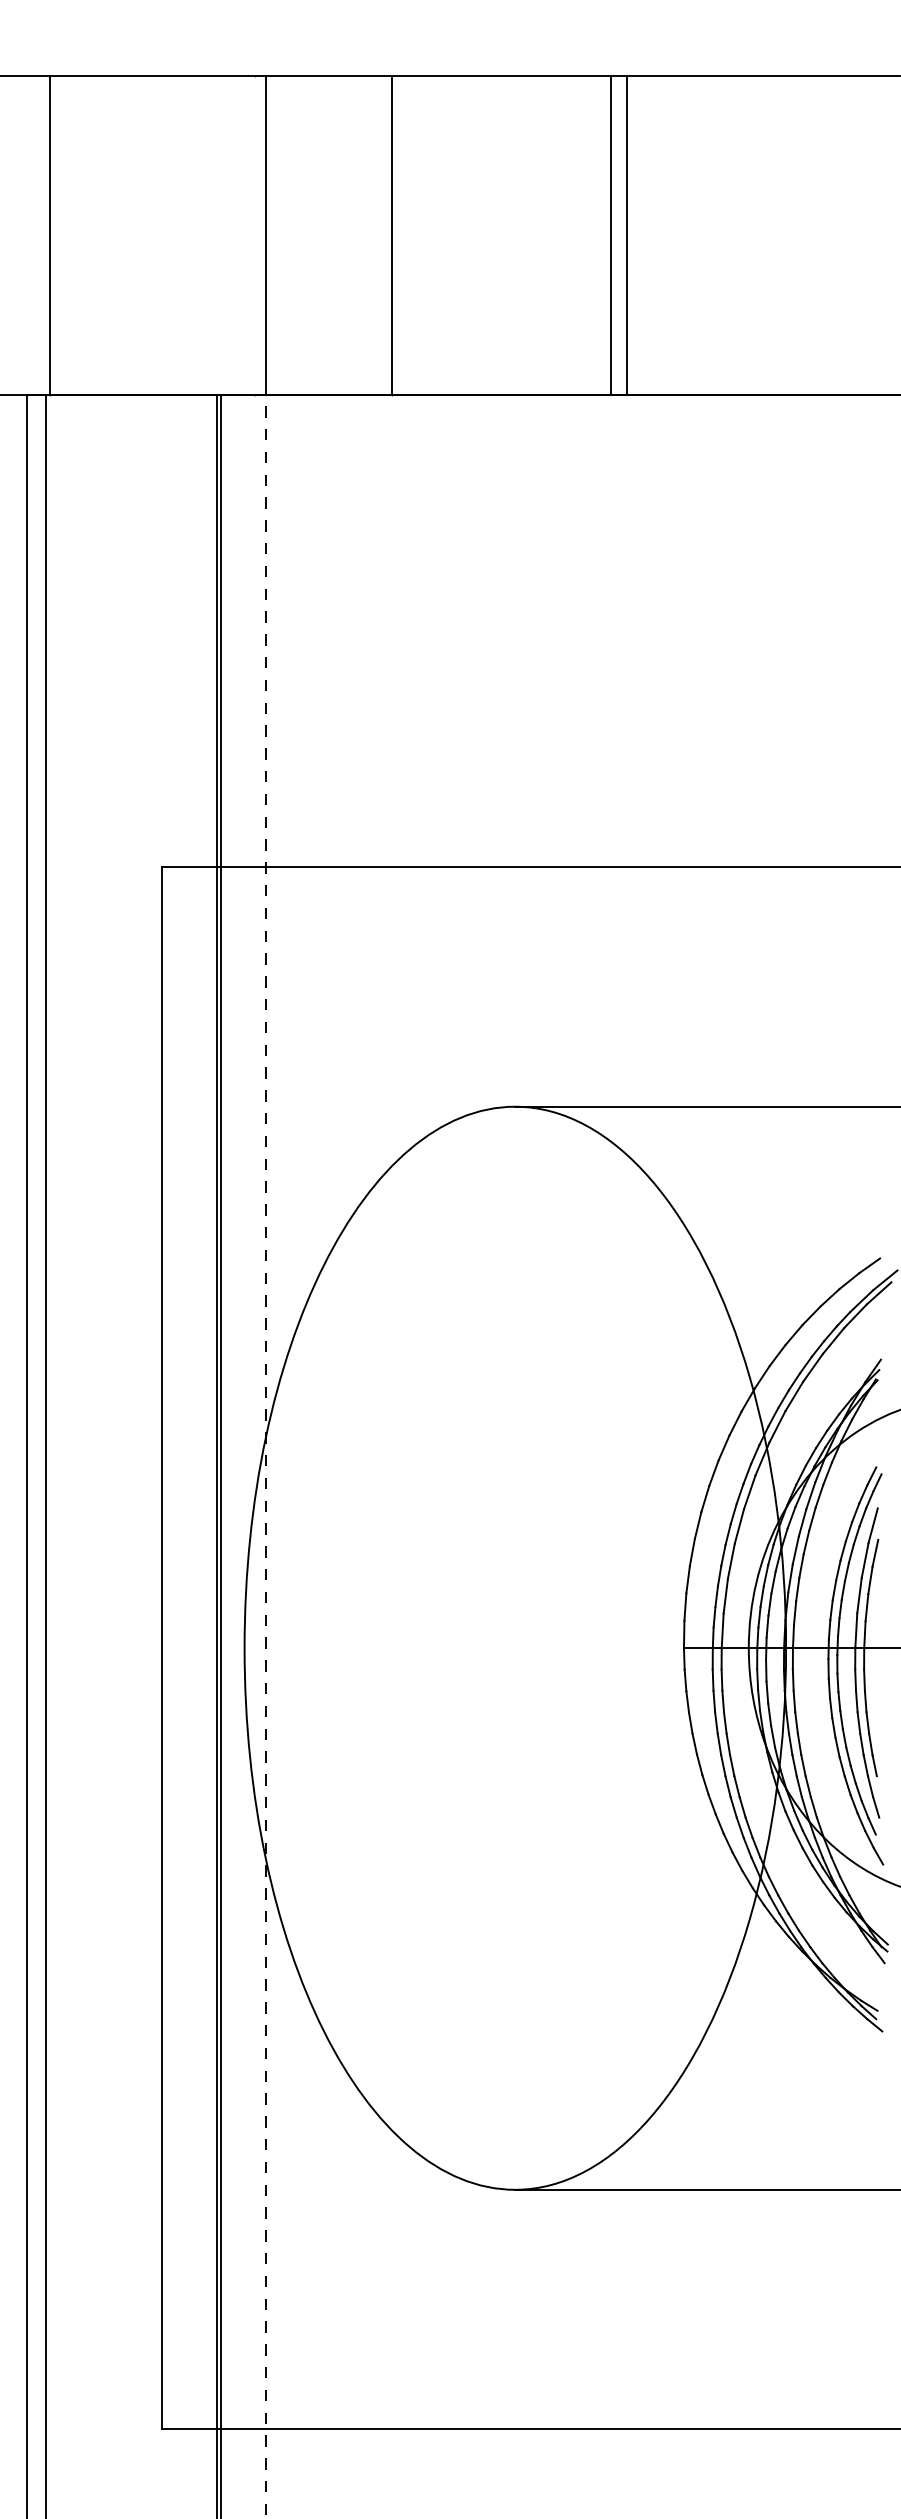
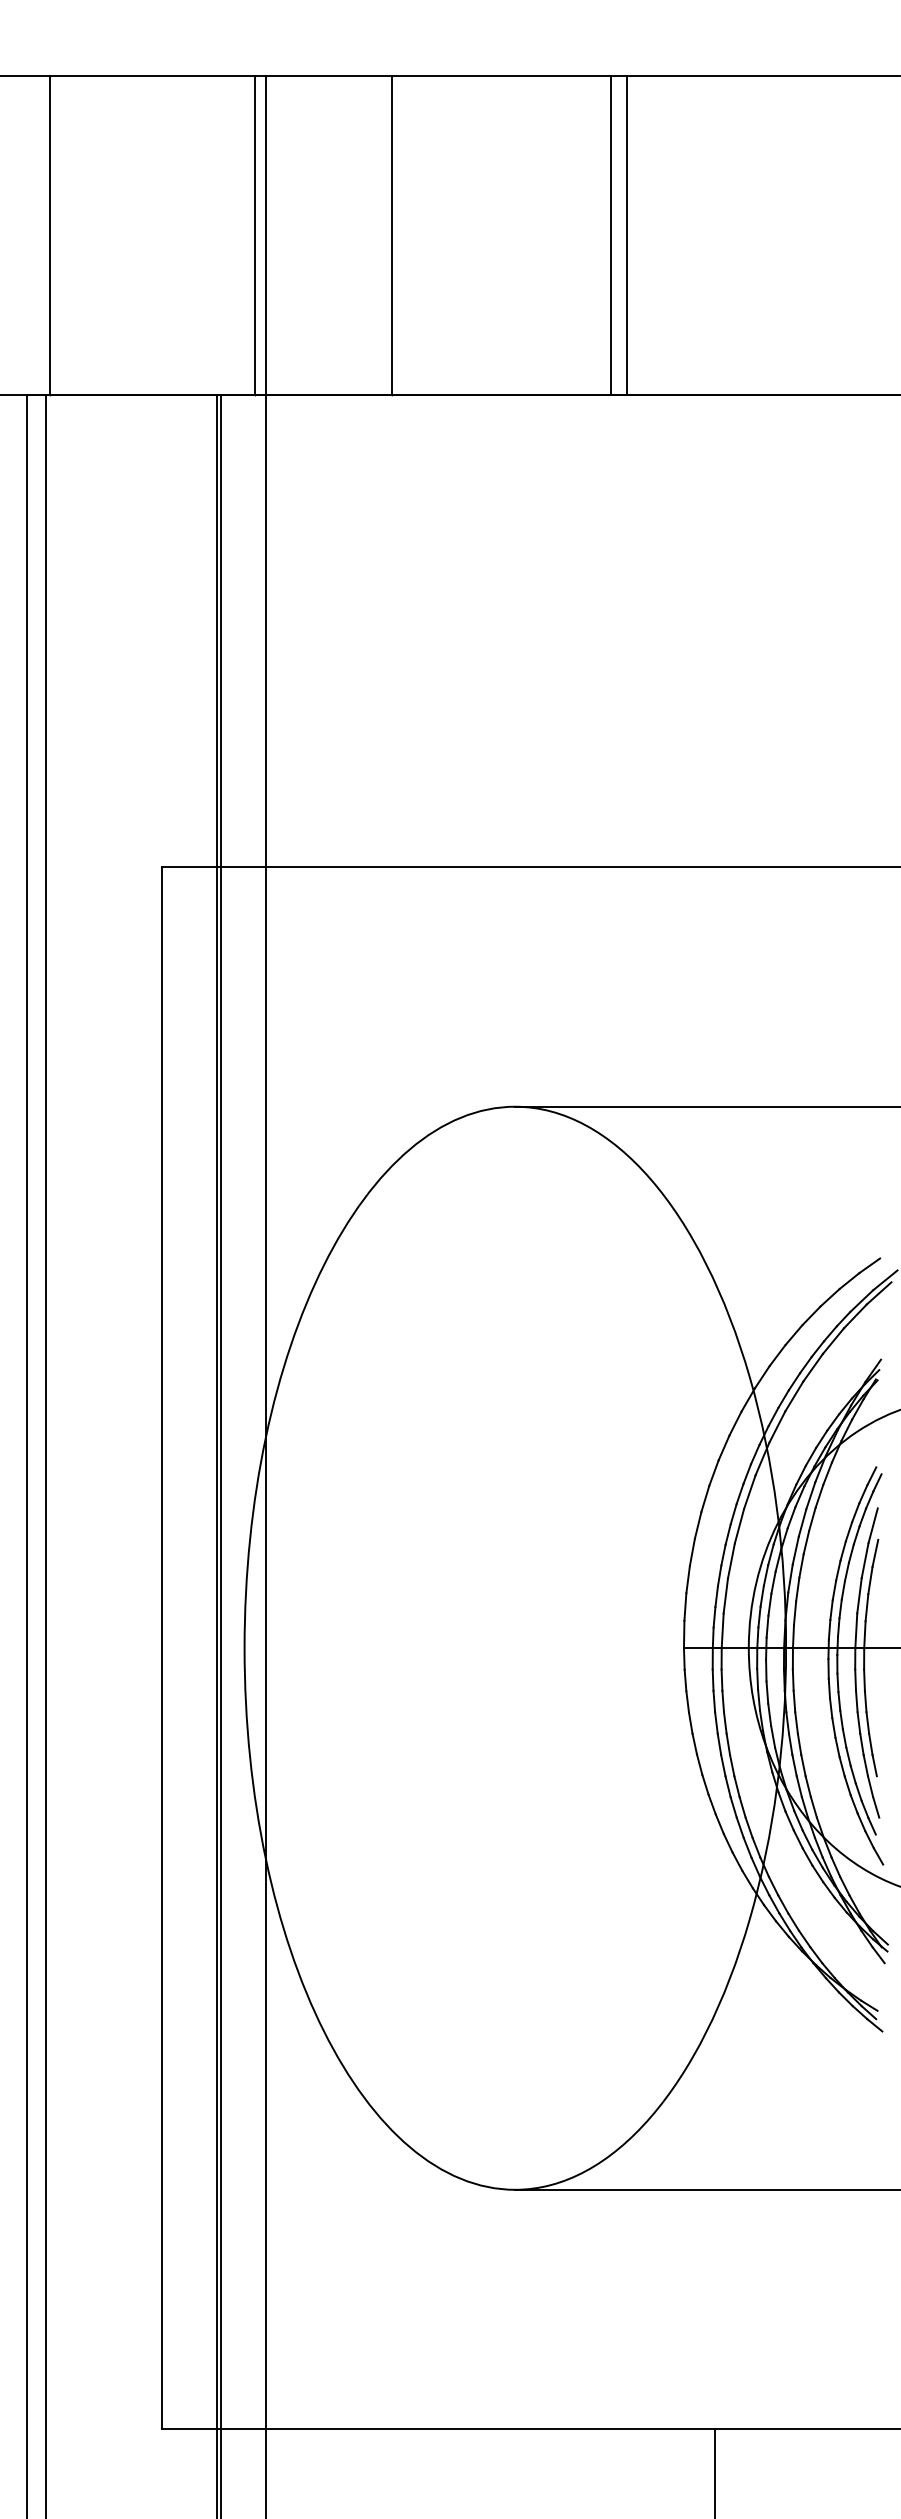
line at (254, 234): none -> present
line at (266, 1456): dashed -> solid
line at (714, 2472): none -> present
